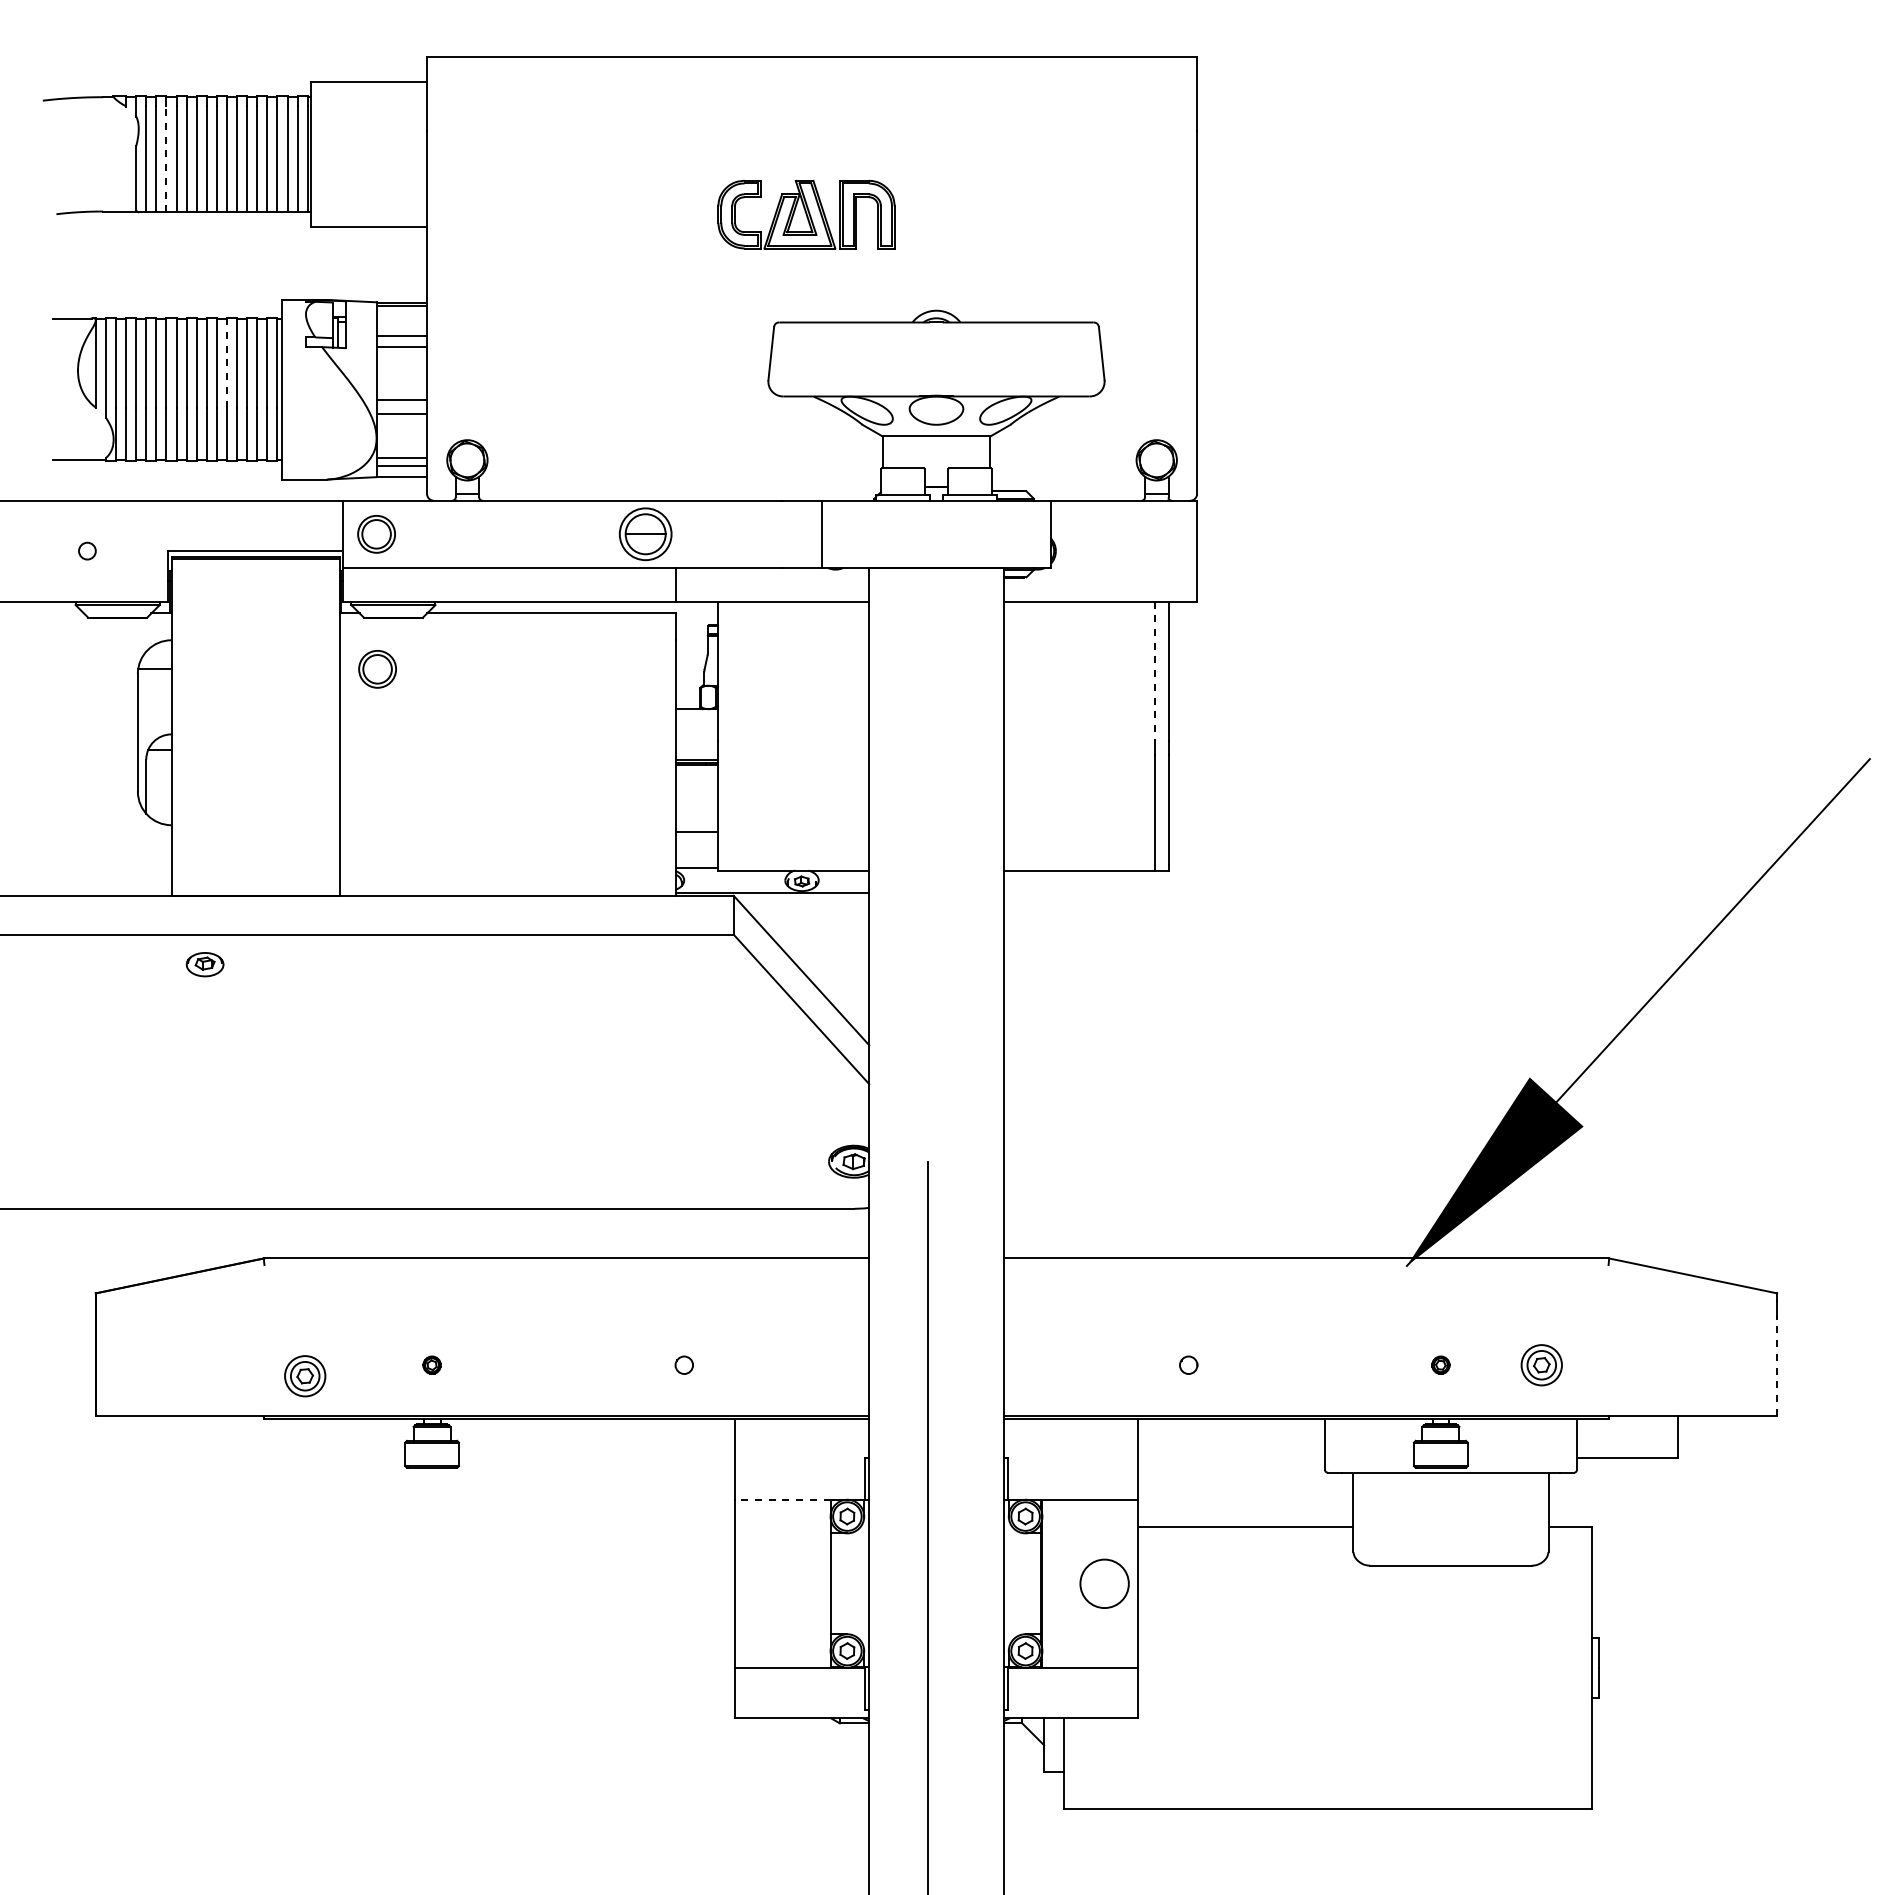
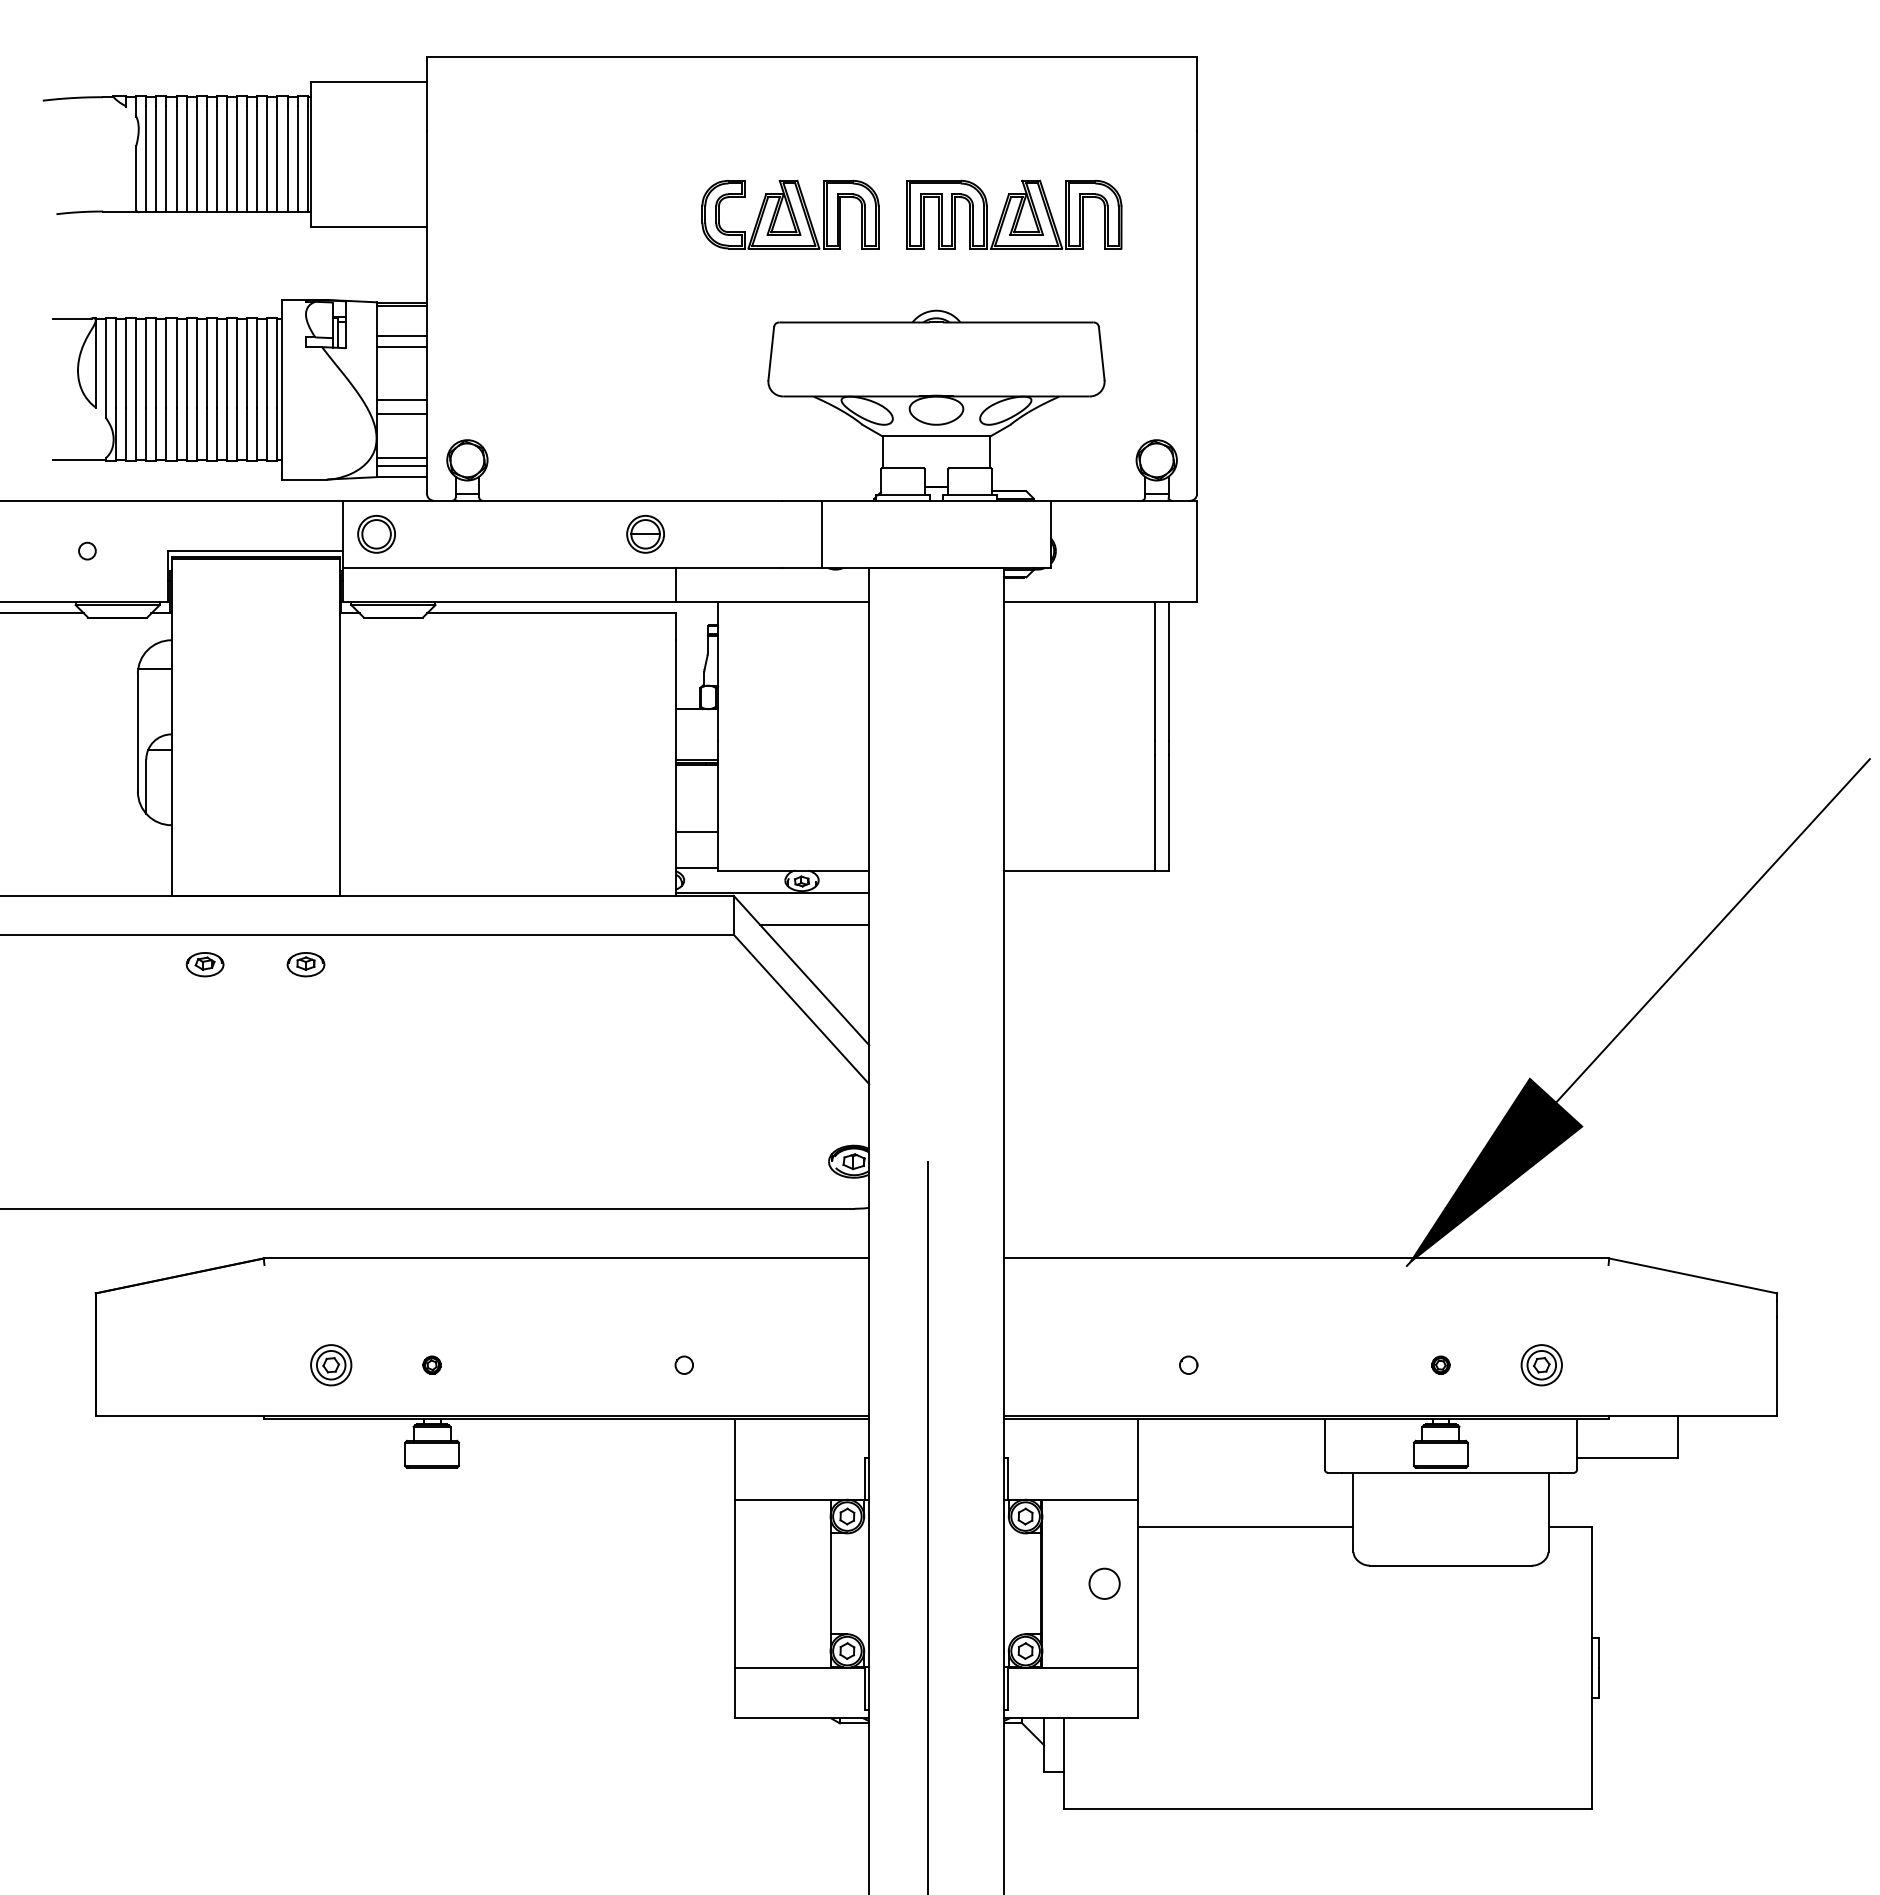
line at (166, 158): dashed -> solid
part at (806, 214) position: (806, 214) -> (790, 214)
part at (1014, 214): none -> present
line at (226, 362): dashed -> solid
part at (645, 534) size: 55x55 px -> 39x39 px
line at (42, 613): none -> present
part at (377, 669): present -> none
line at (1155, 671): dashed -> solid
line at (814, 924): none -> present
part at (305, 964): none -> present
line at (1777, 1367): dashed -> solid
part at (305, 1376) position: (305, 1376) -> (331, 1365)
line at (782, 1499): dashed -> solid
circle at (1104, 1583) diameter: 48 px -> 30 px
